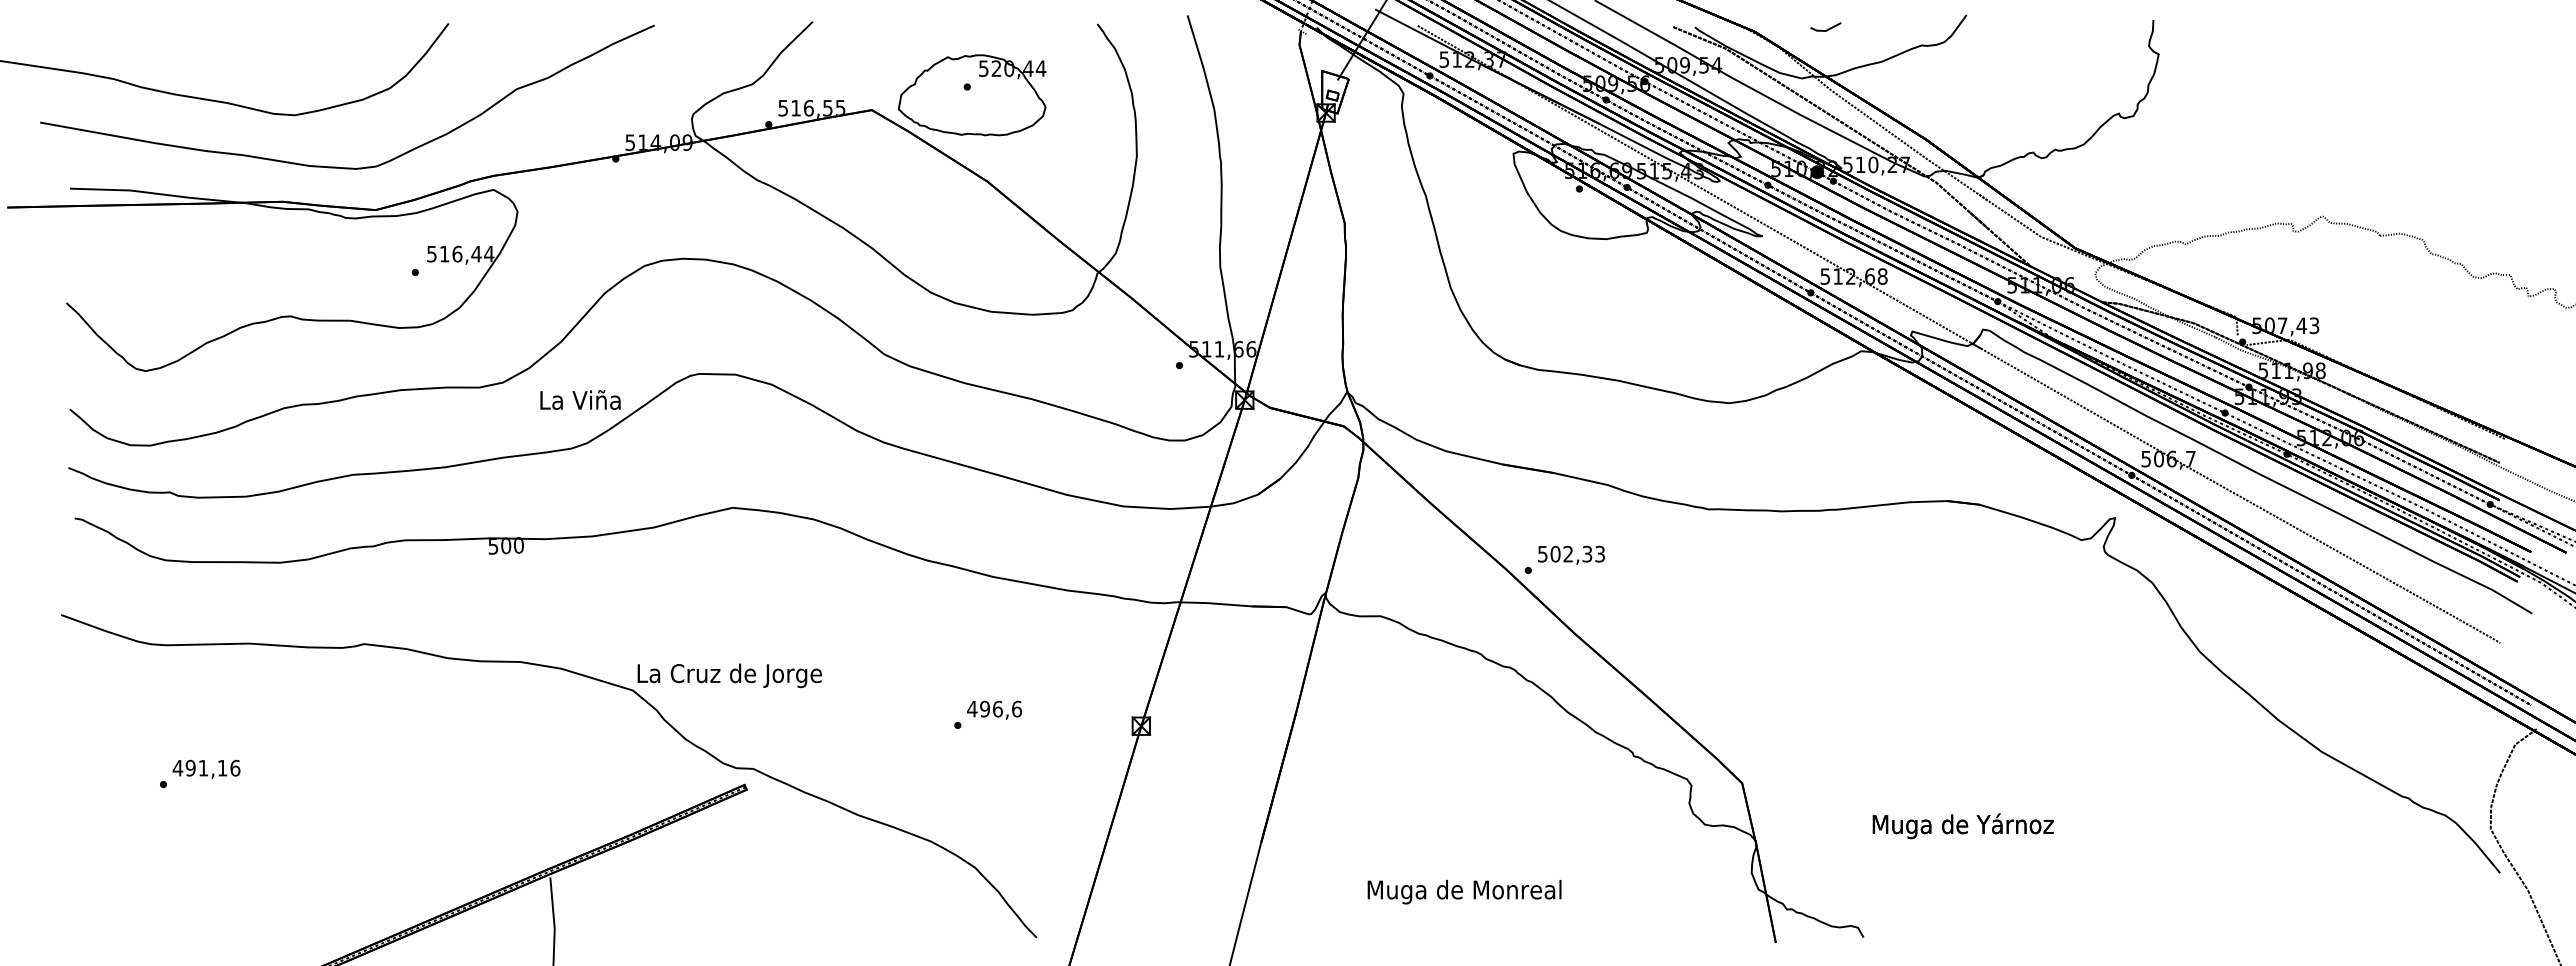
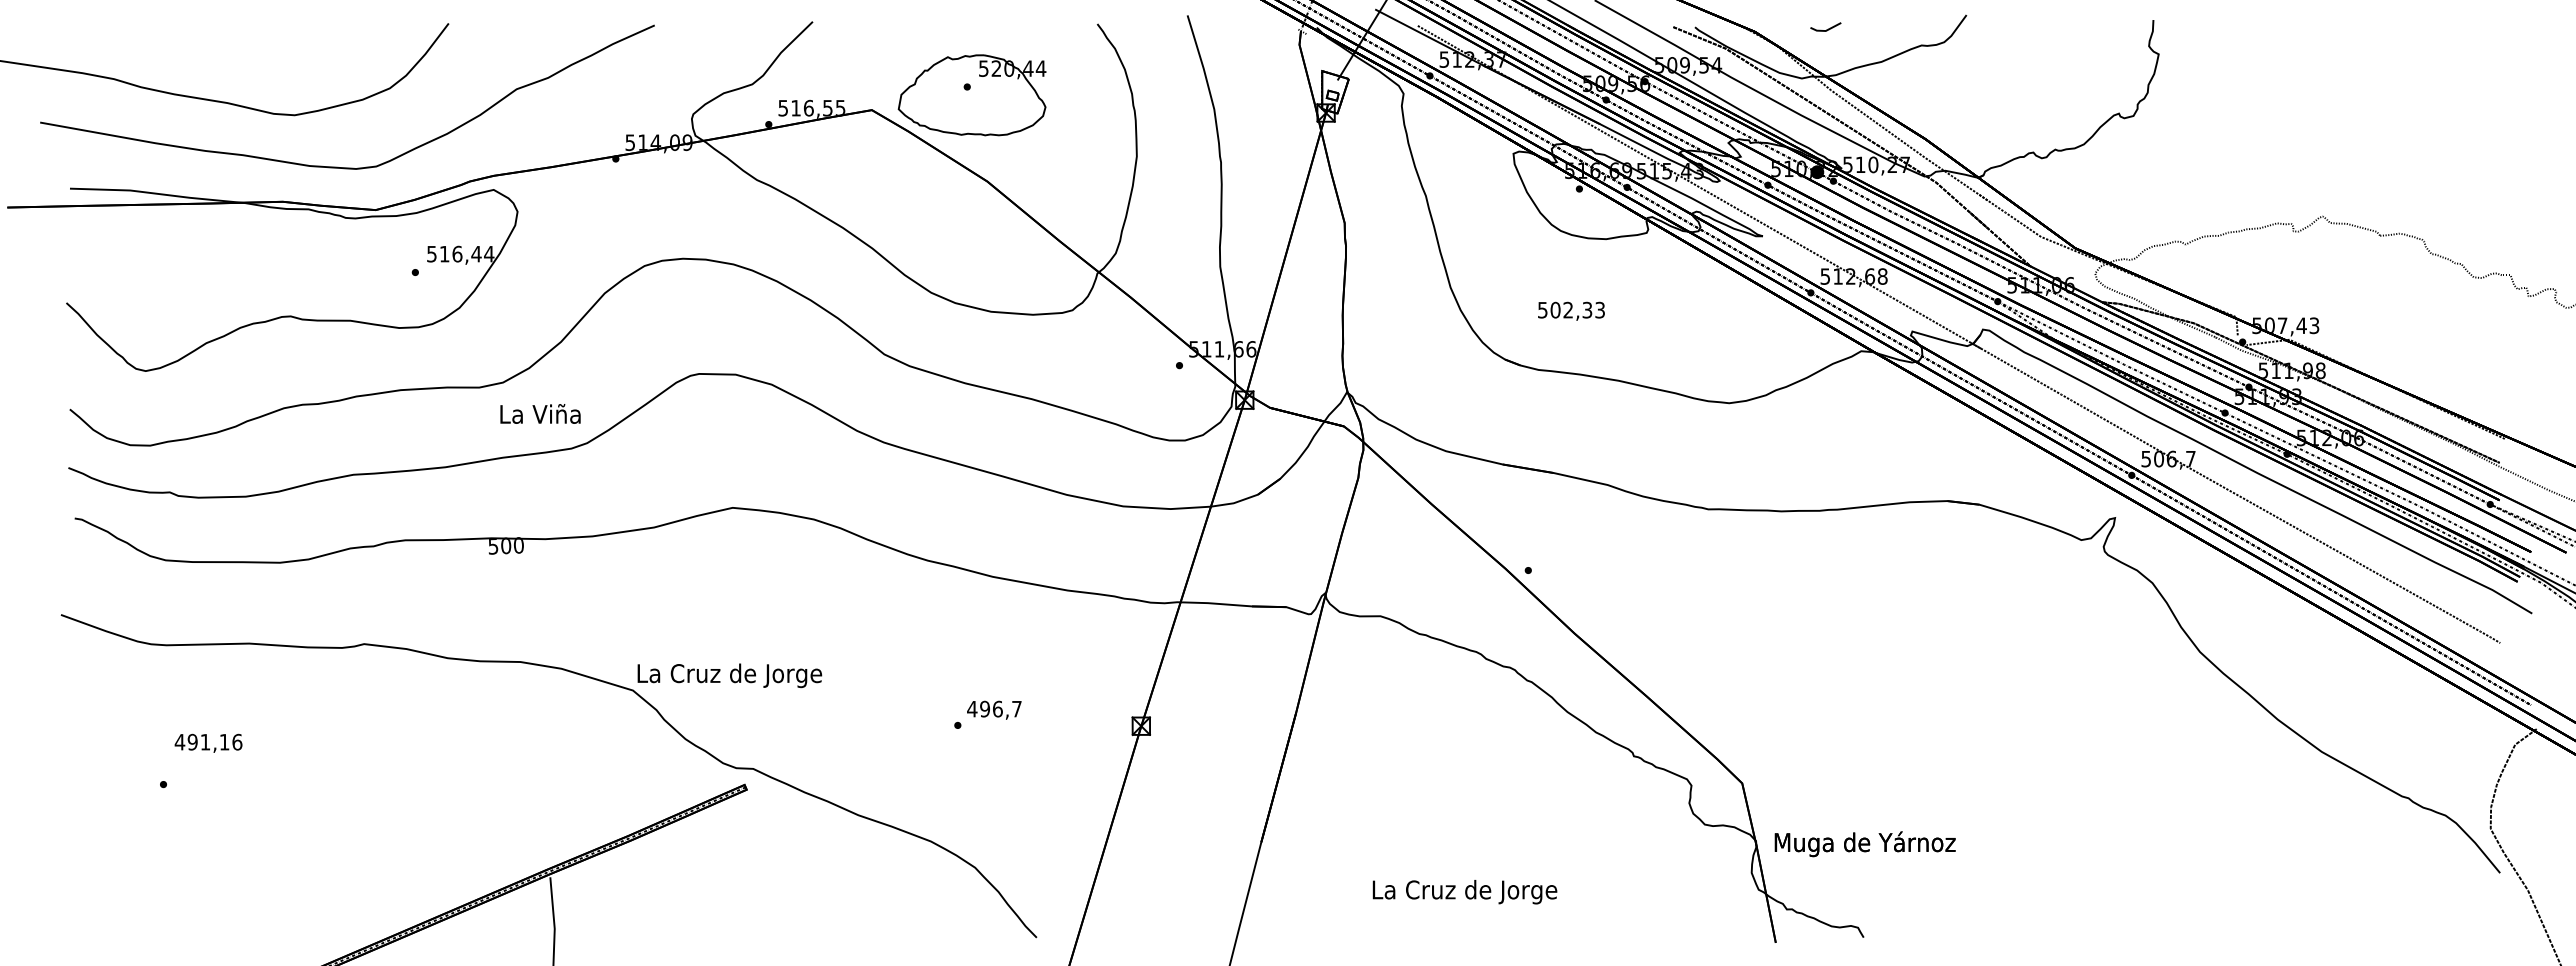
text at (580, 399) position: (580, 399) -> (540, 413)
text at (1571, 554) position: (1571, 554) -> (1571, 310)
text at (1016, 708): 496,6 -> 496,7
text at (206, 768) position: (206, 768) -> (208, 742)
text at (1962, 826) position: (1962, 826) -> (1864, 844)
text at (1464, 891): Muga de Monreal -> La Cruz de Jorge
